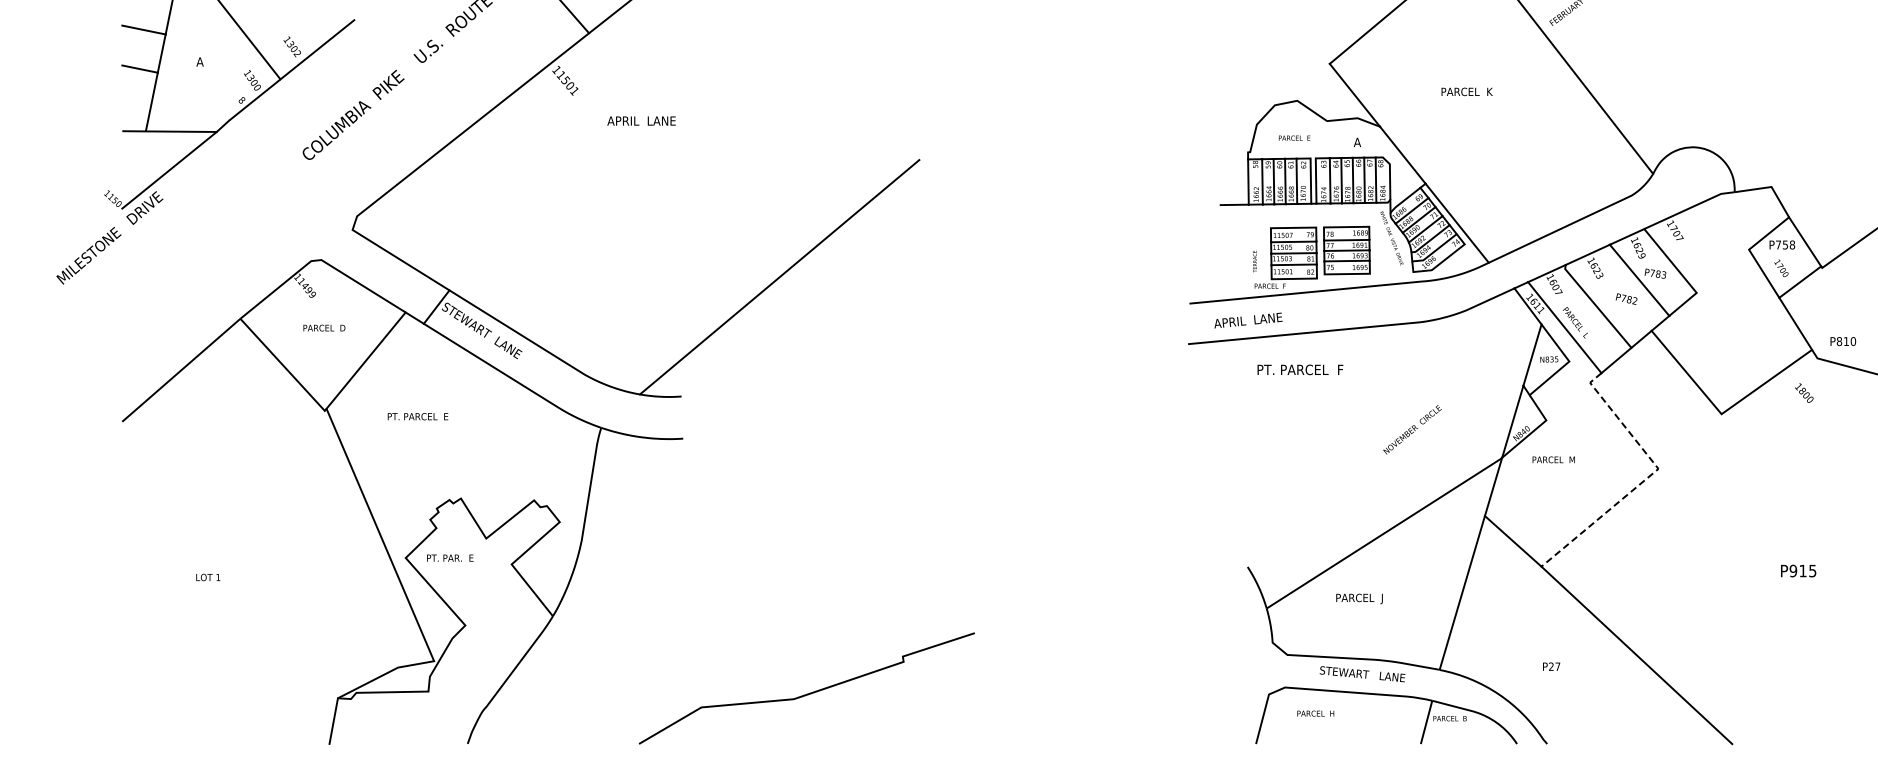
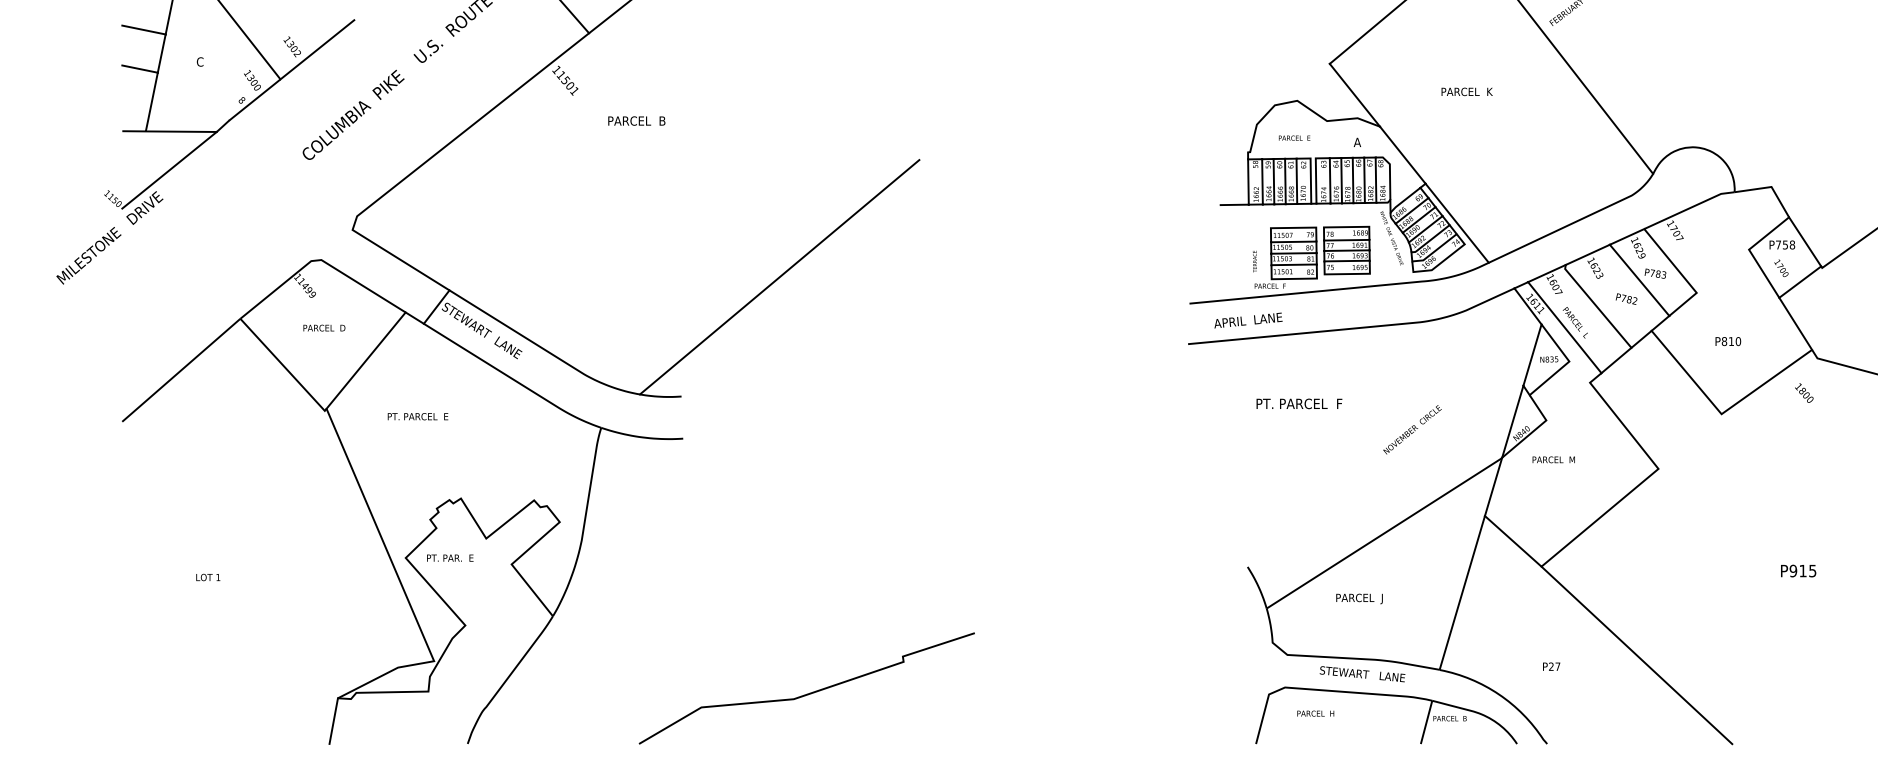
text at (199, 61): A -> C
text at (641, 120): APRIL  LANE -> PARCEL  B
text at (1843, 341) position: (1843, 341) -> (1728, 341)
text at (1300, 369) position: (1300, 369) -> (1299, 403)
line at (1648, 477): dashed -> solid
